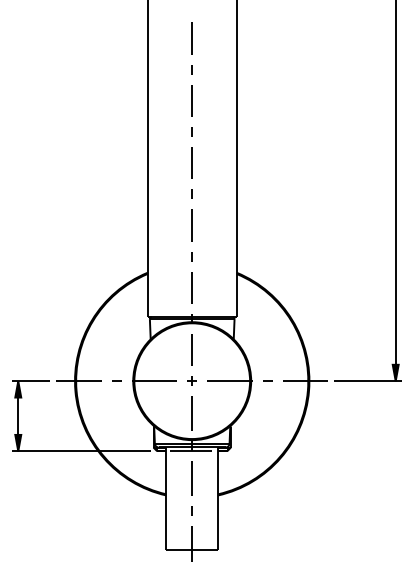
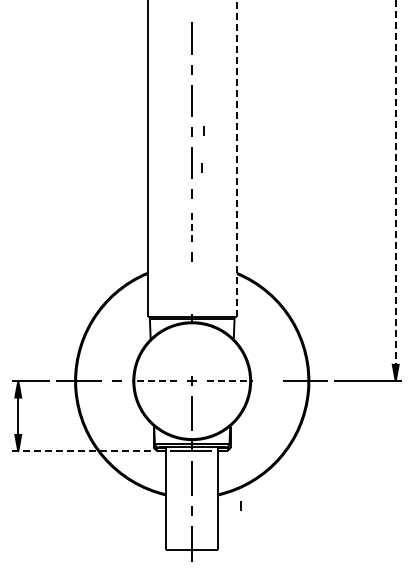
line at (203, 130): none -> present
line at (236, 158): solid -> dashed
line at (201, 167): none -> present
line at (395, 190): solid -> dashed
line at (192, 224): solid -> dashed
line at (191, 287): present -> none
line at (191, 349): present -> none
line at (267, 380): present -> none
line at (154, 381): solid -> dashed
line at (229, 381): solid -> dashed
line at (81, 451): solid -> dashed
line at (240, 505): none -> present
